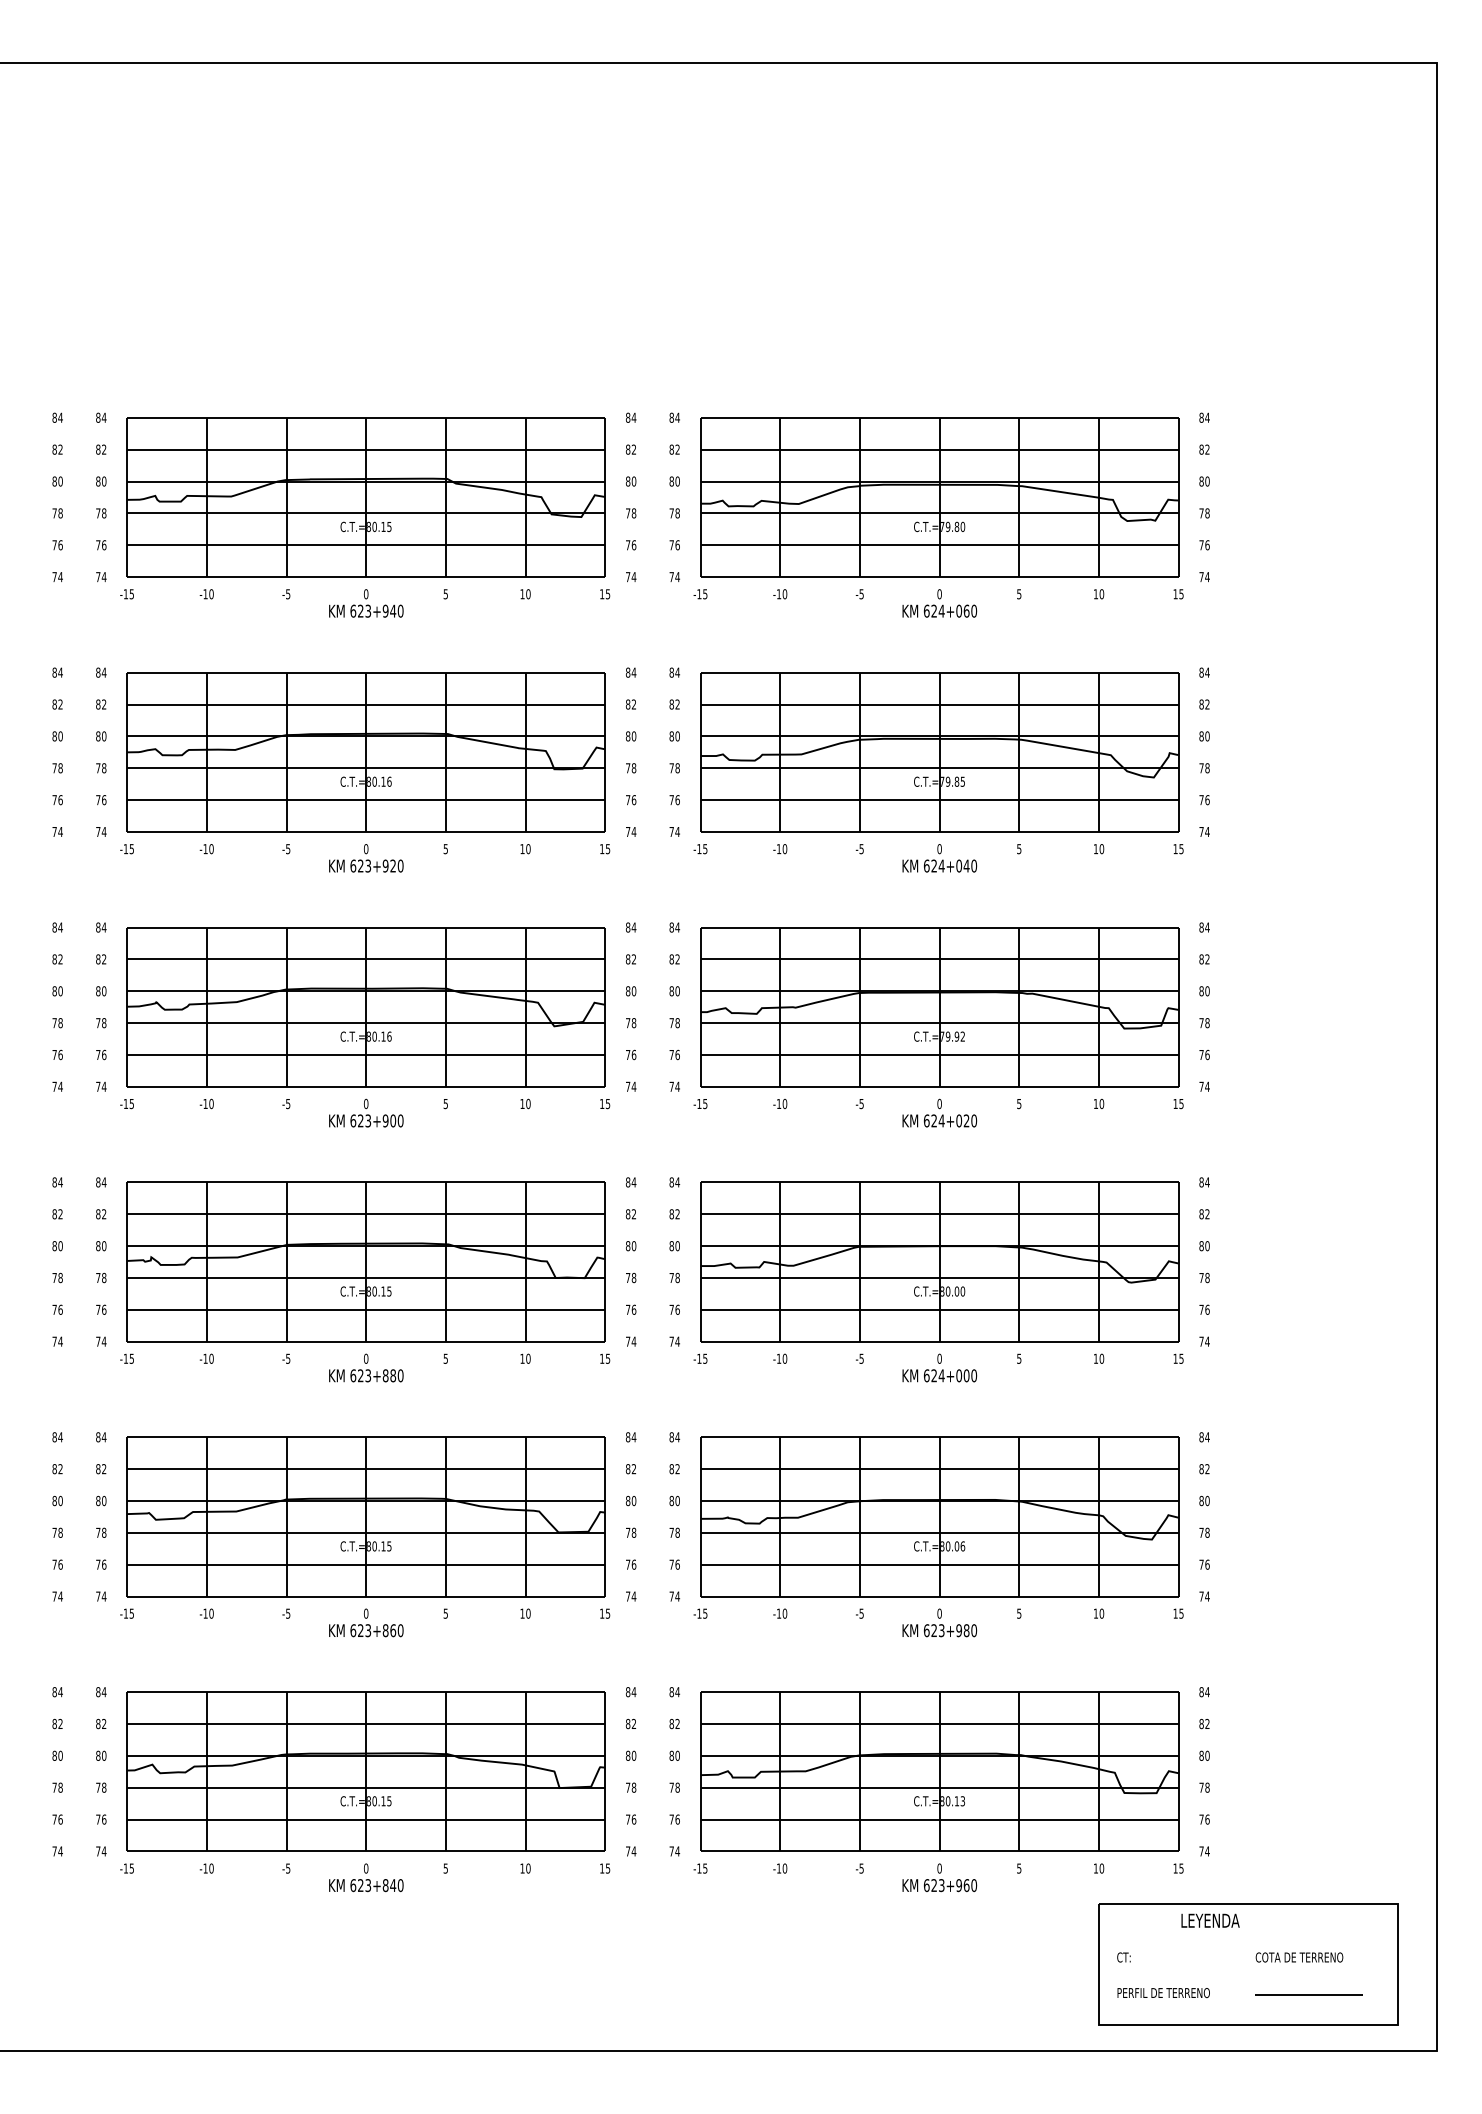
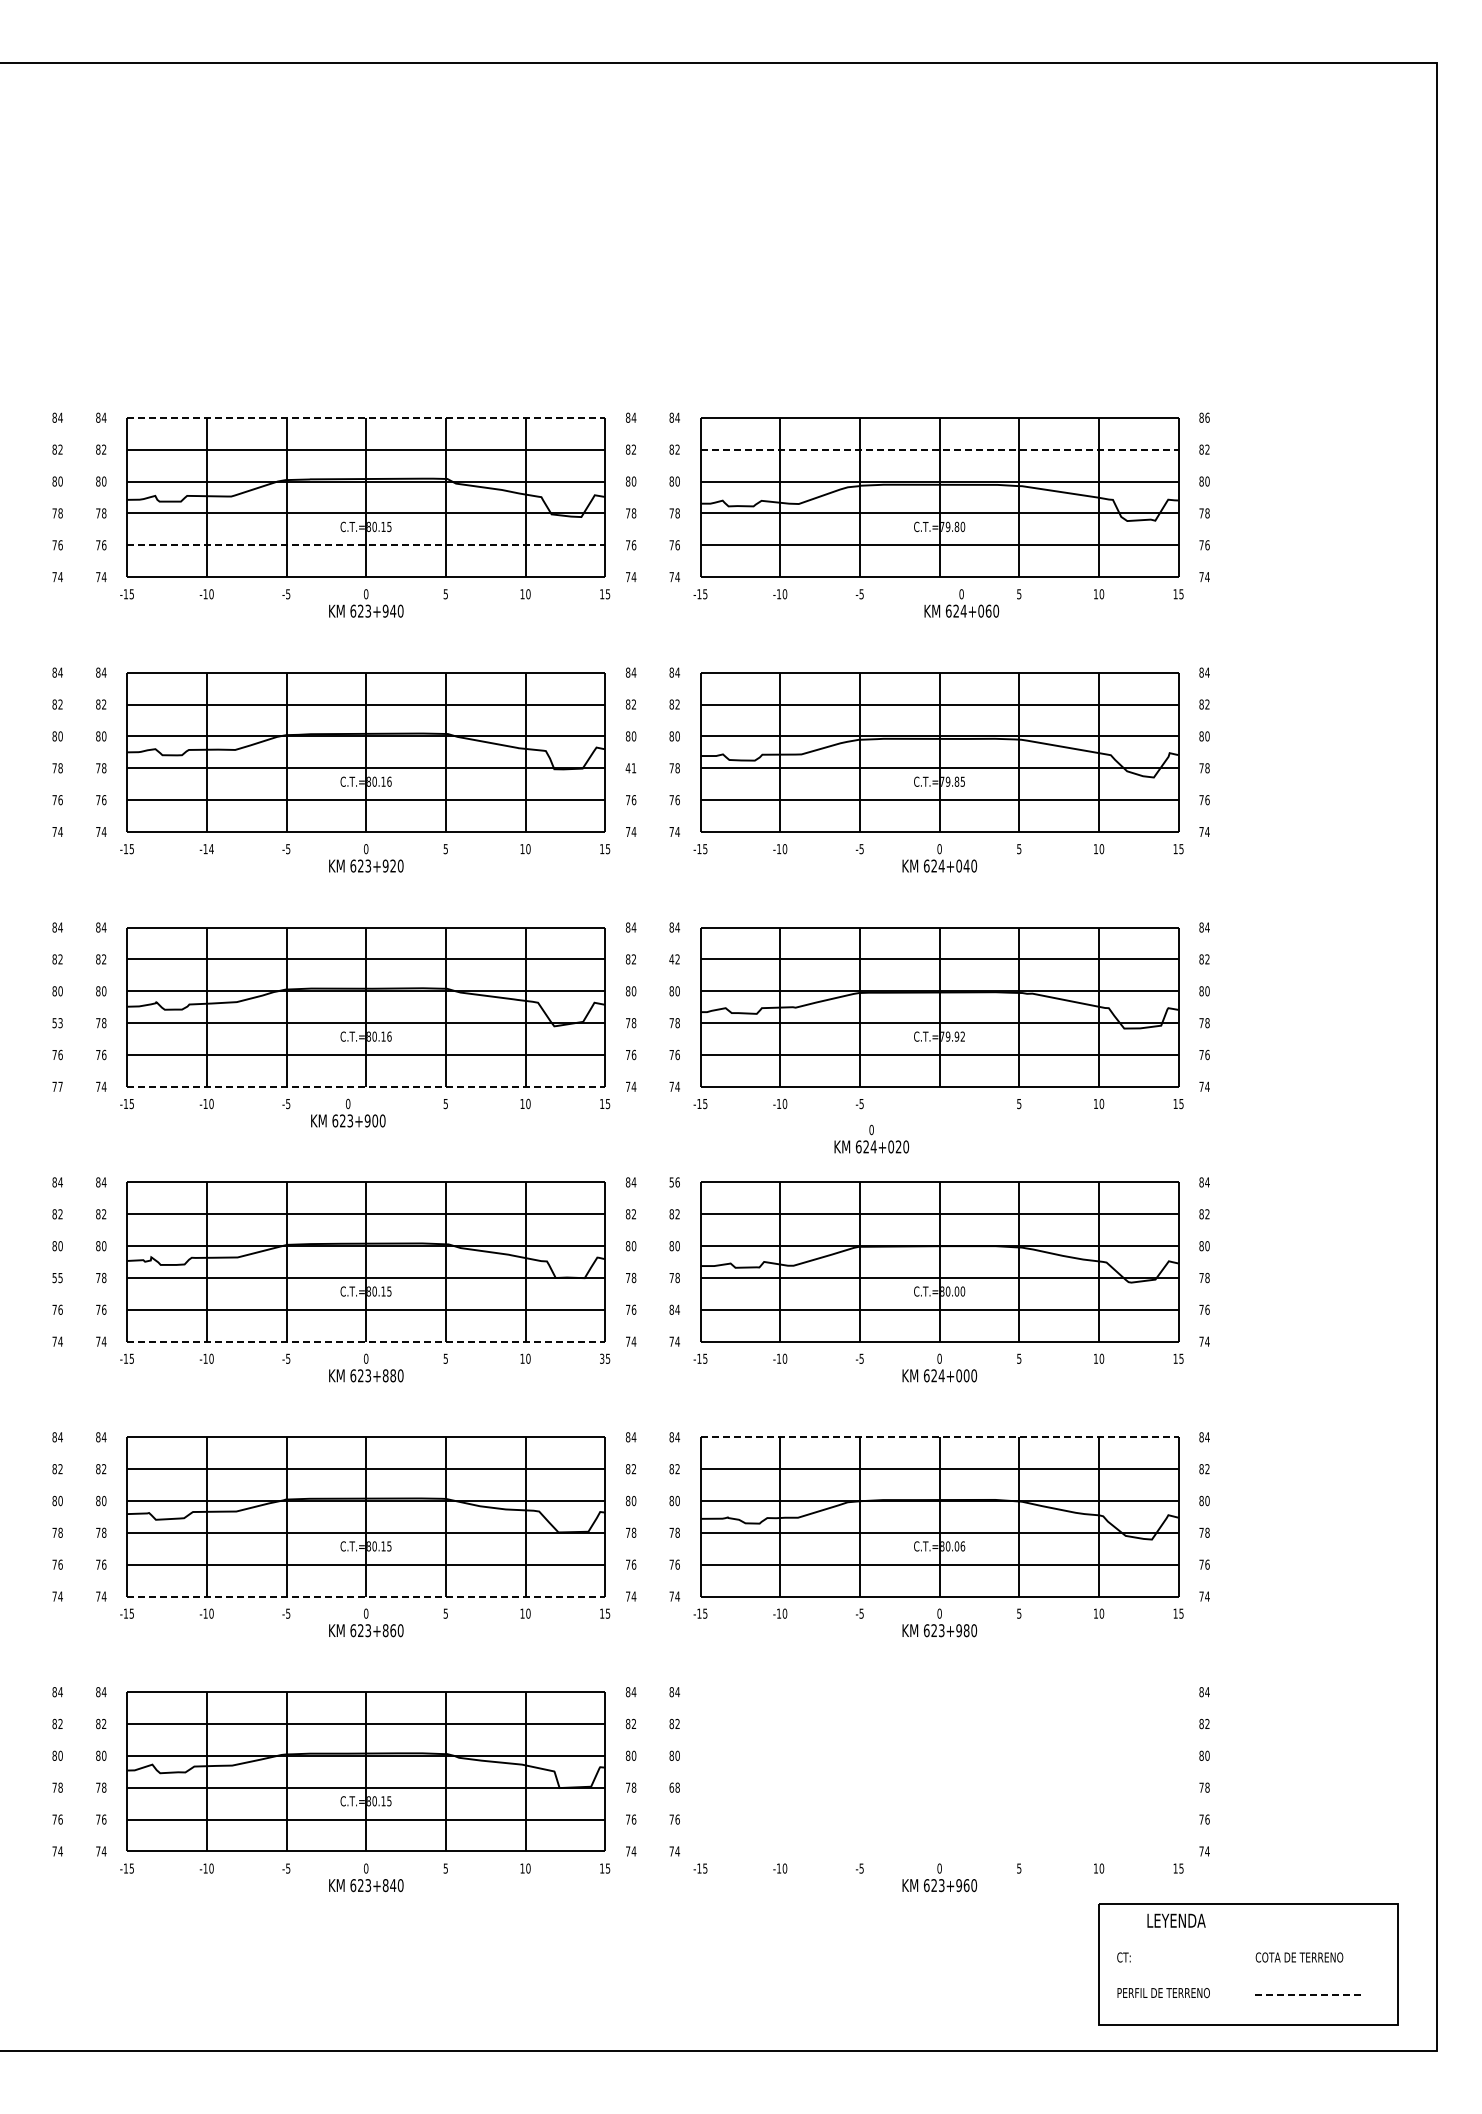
line at (366, 417): solid -> dashed
text at (1207, 417): 84 -> 86
line at (939, 449): solid -> dashed
line at (366, 545): solid -> dashed
text at (939, 603) position: (939, 603) -> (961, 603)
text at (630, 768): 78 -> 41
text at (211, 849): -10 -> -14
text at (671, 959): 82 -> 42
text at (57, 1023): 78 -> 53
text at (60, 1086): 74 -> 77
line at (366, 1086): solid -> dashed
text at (366, 1112) position: (366, 1112) -> (348, 1112)
text at (939, 1112) position: (939, 1112) -> (871, 1138)
text at (674, 1182): 84 -> 56
text at (57, 1277): 78 -> 55
text at (674, 1309): 76 -> 84
line at (366, 1341): solid -> dashed
text at (602, 1358): 15 -> 35
line at (939, 1437): solid -> dashed
line at (366, 1596): solid -> dashed
part at (939, 1771): present -> none
text at (671, 1787): 78 -> 68
text at (1210, 1920) position: (1210, 1920) -> (1176, 1920)
line at (1309, 1995): solid -> dashed
